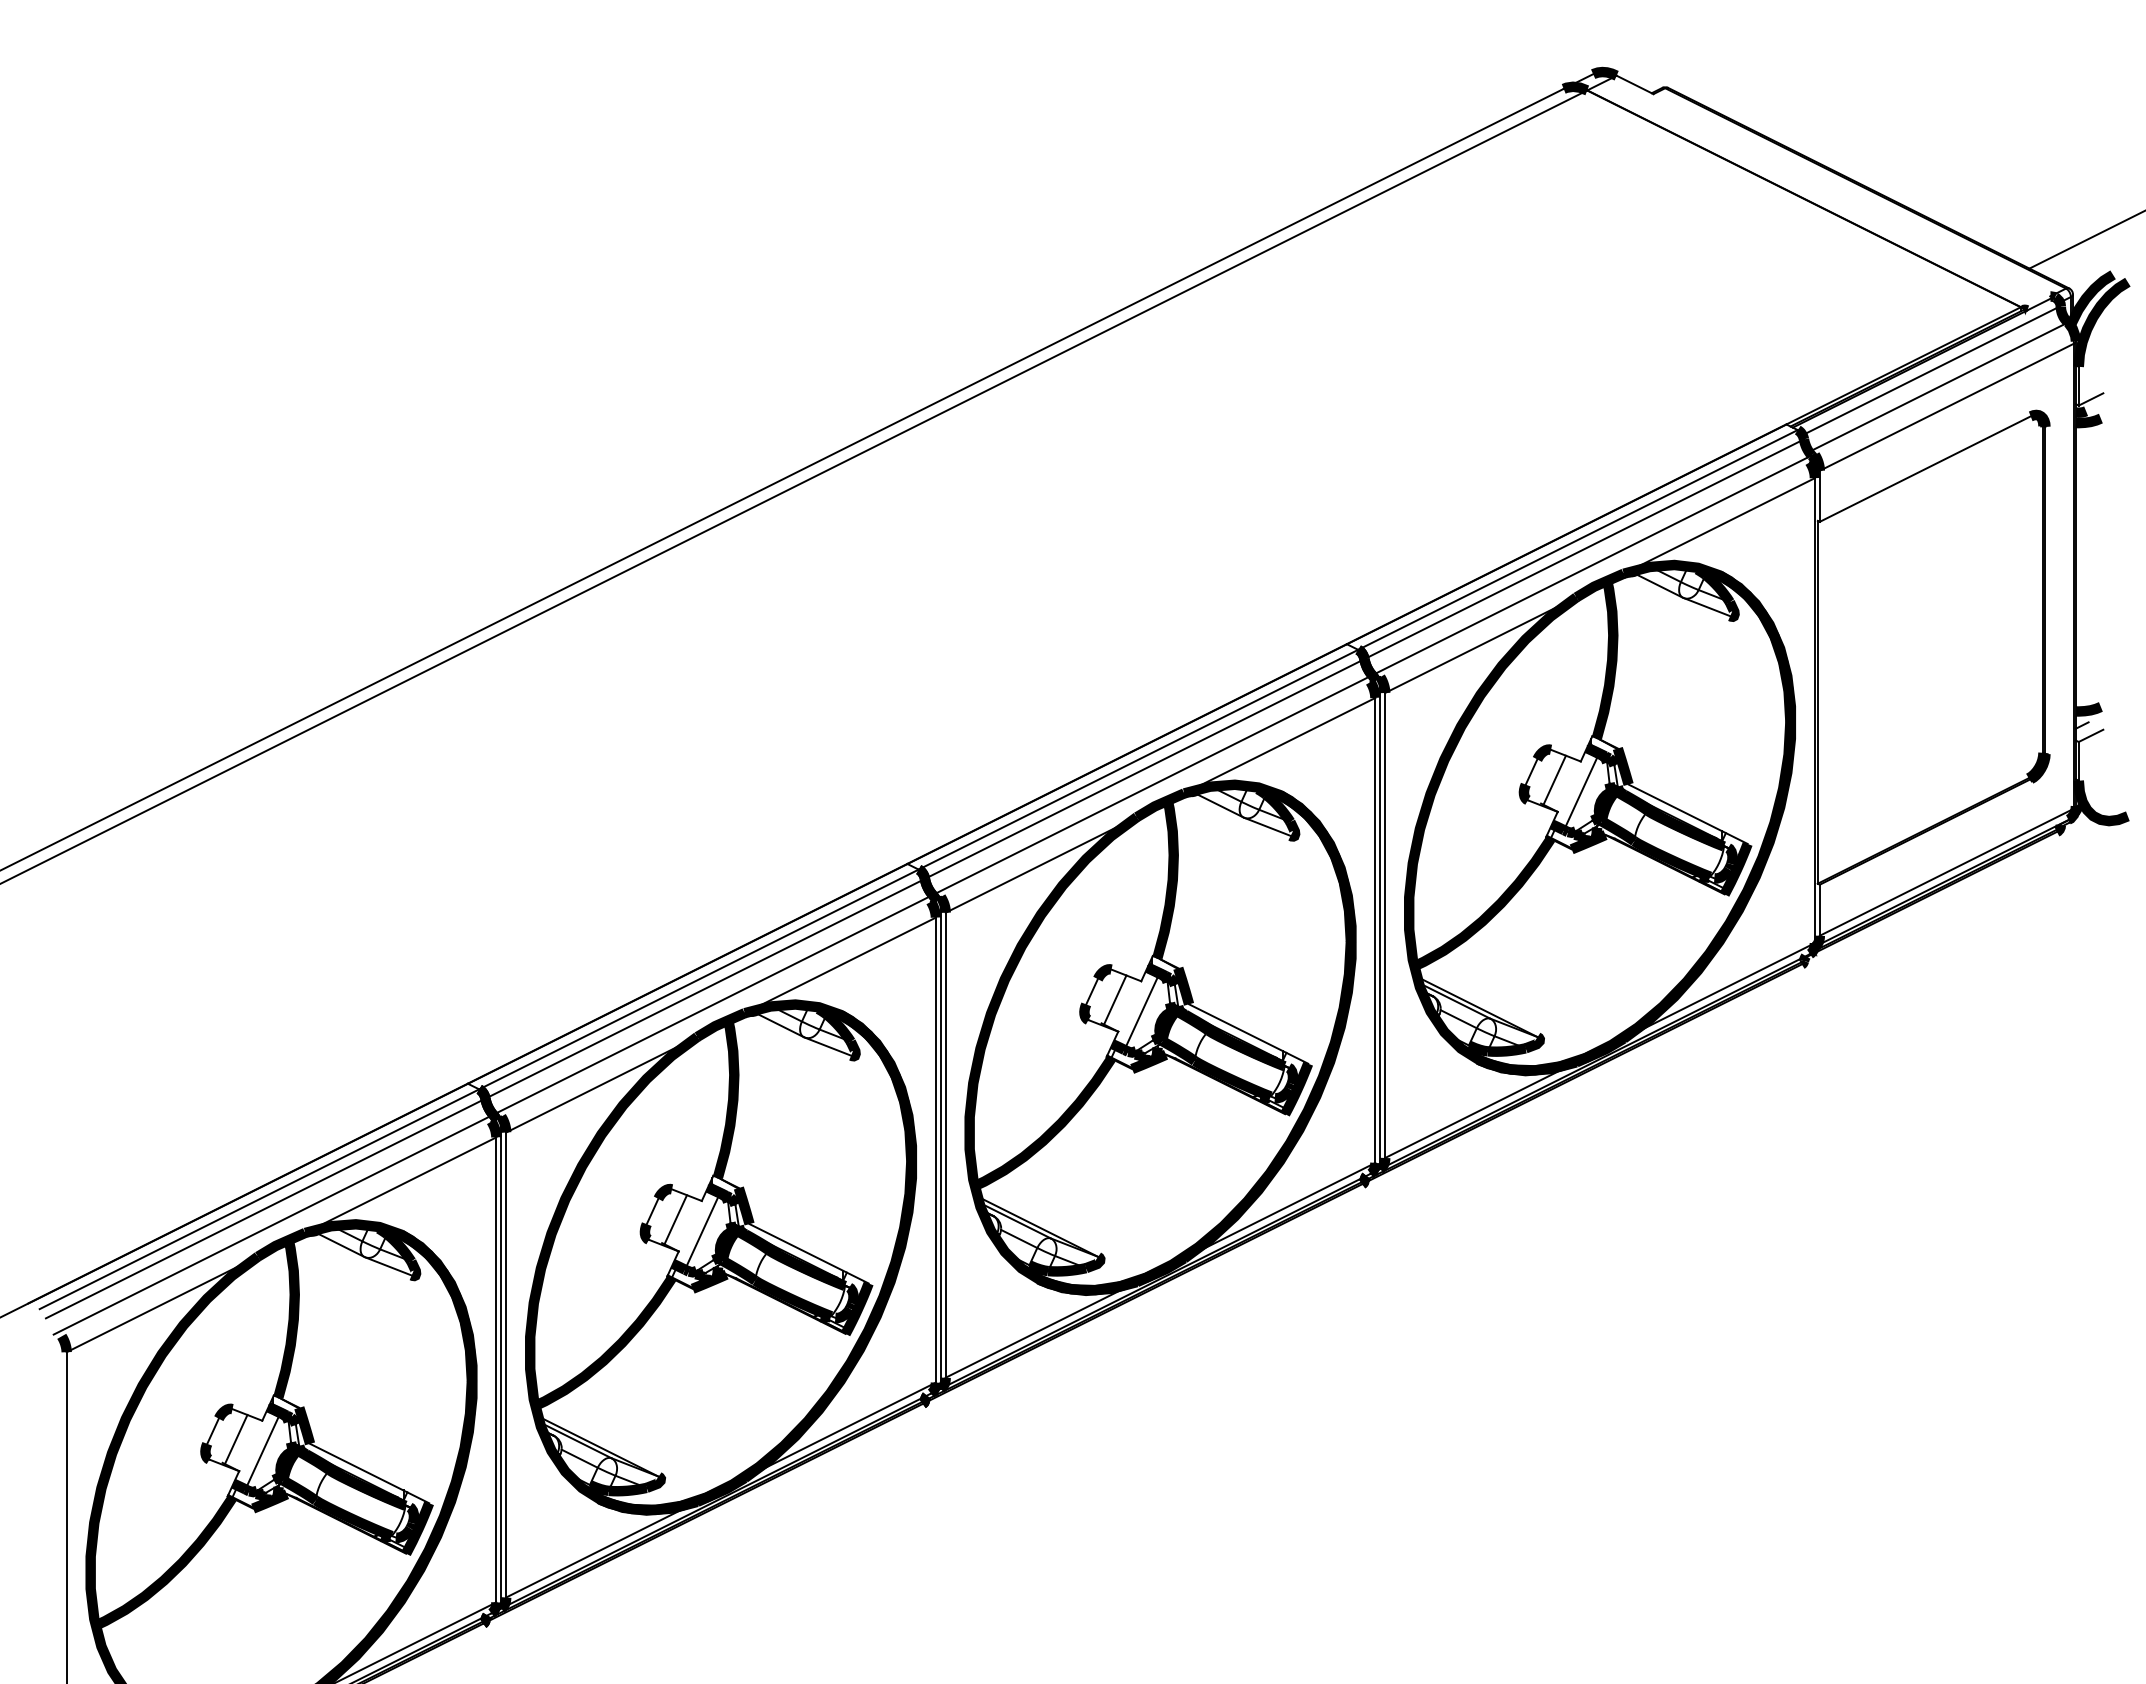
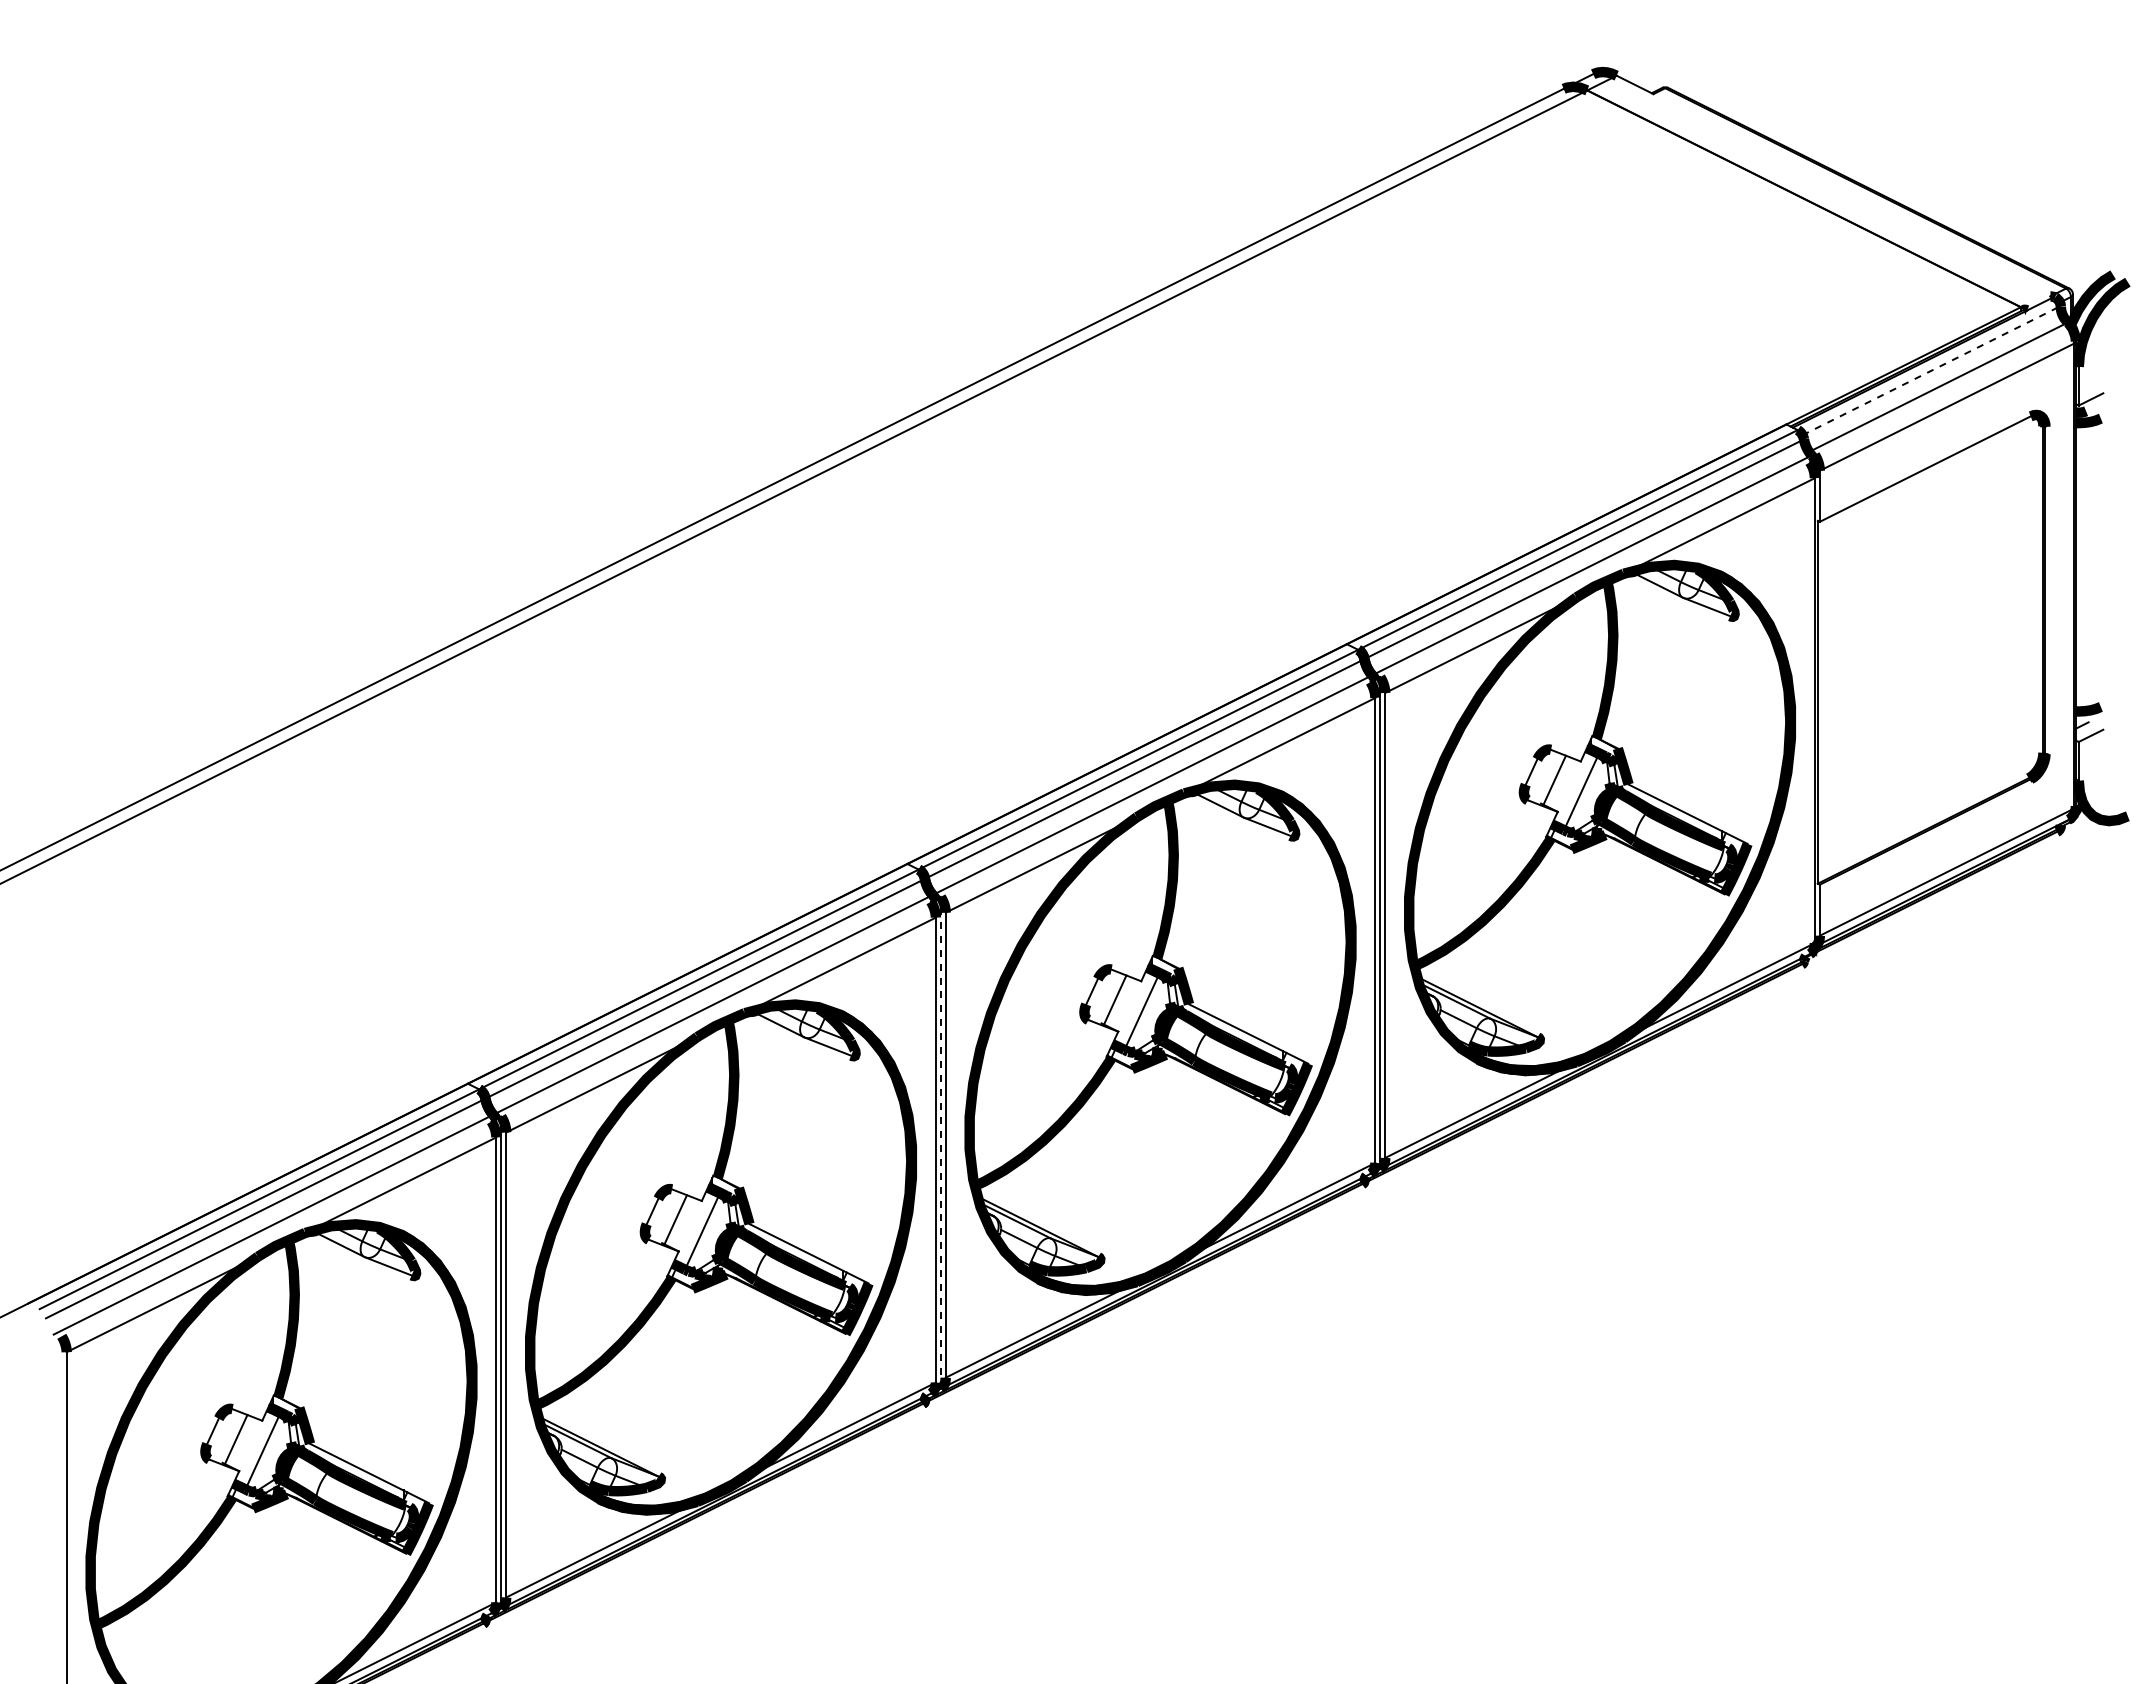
line at (2085, 240): present -> none
line at (1930, 371): solid -> dashed
line at (940, 1142): solid -> dashed
